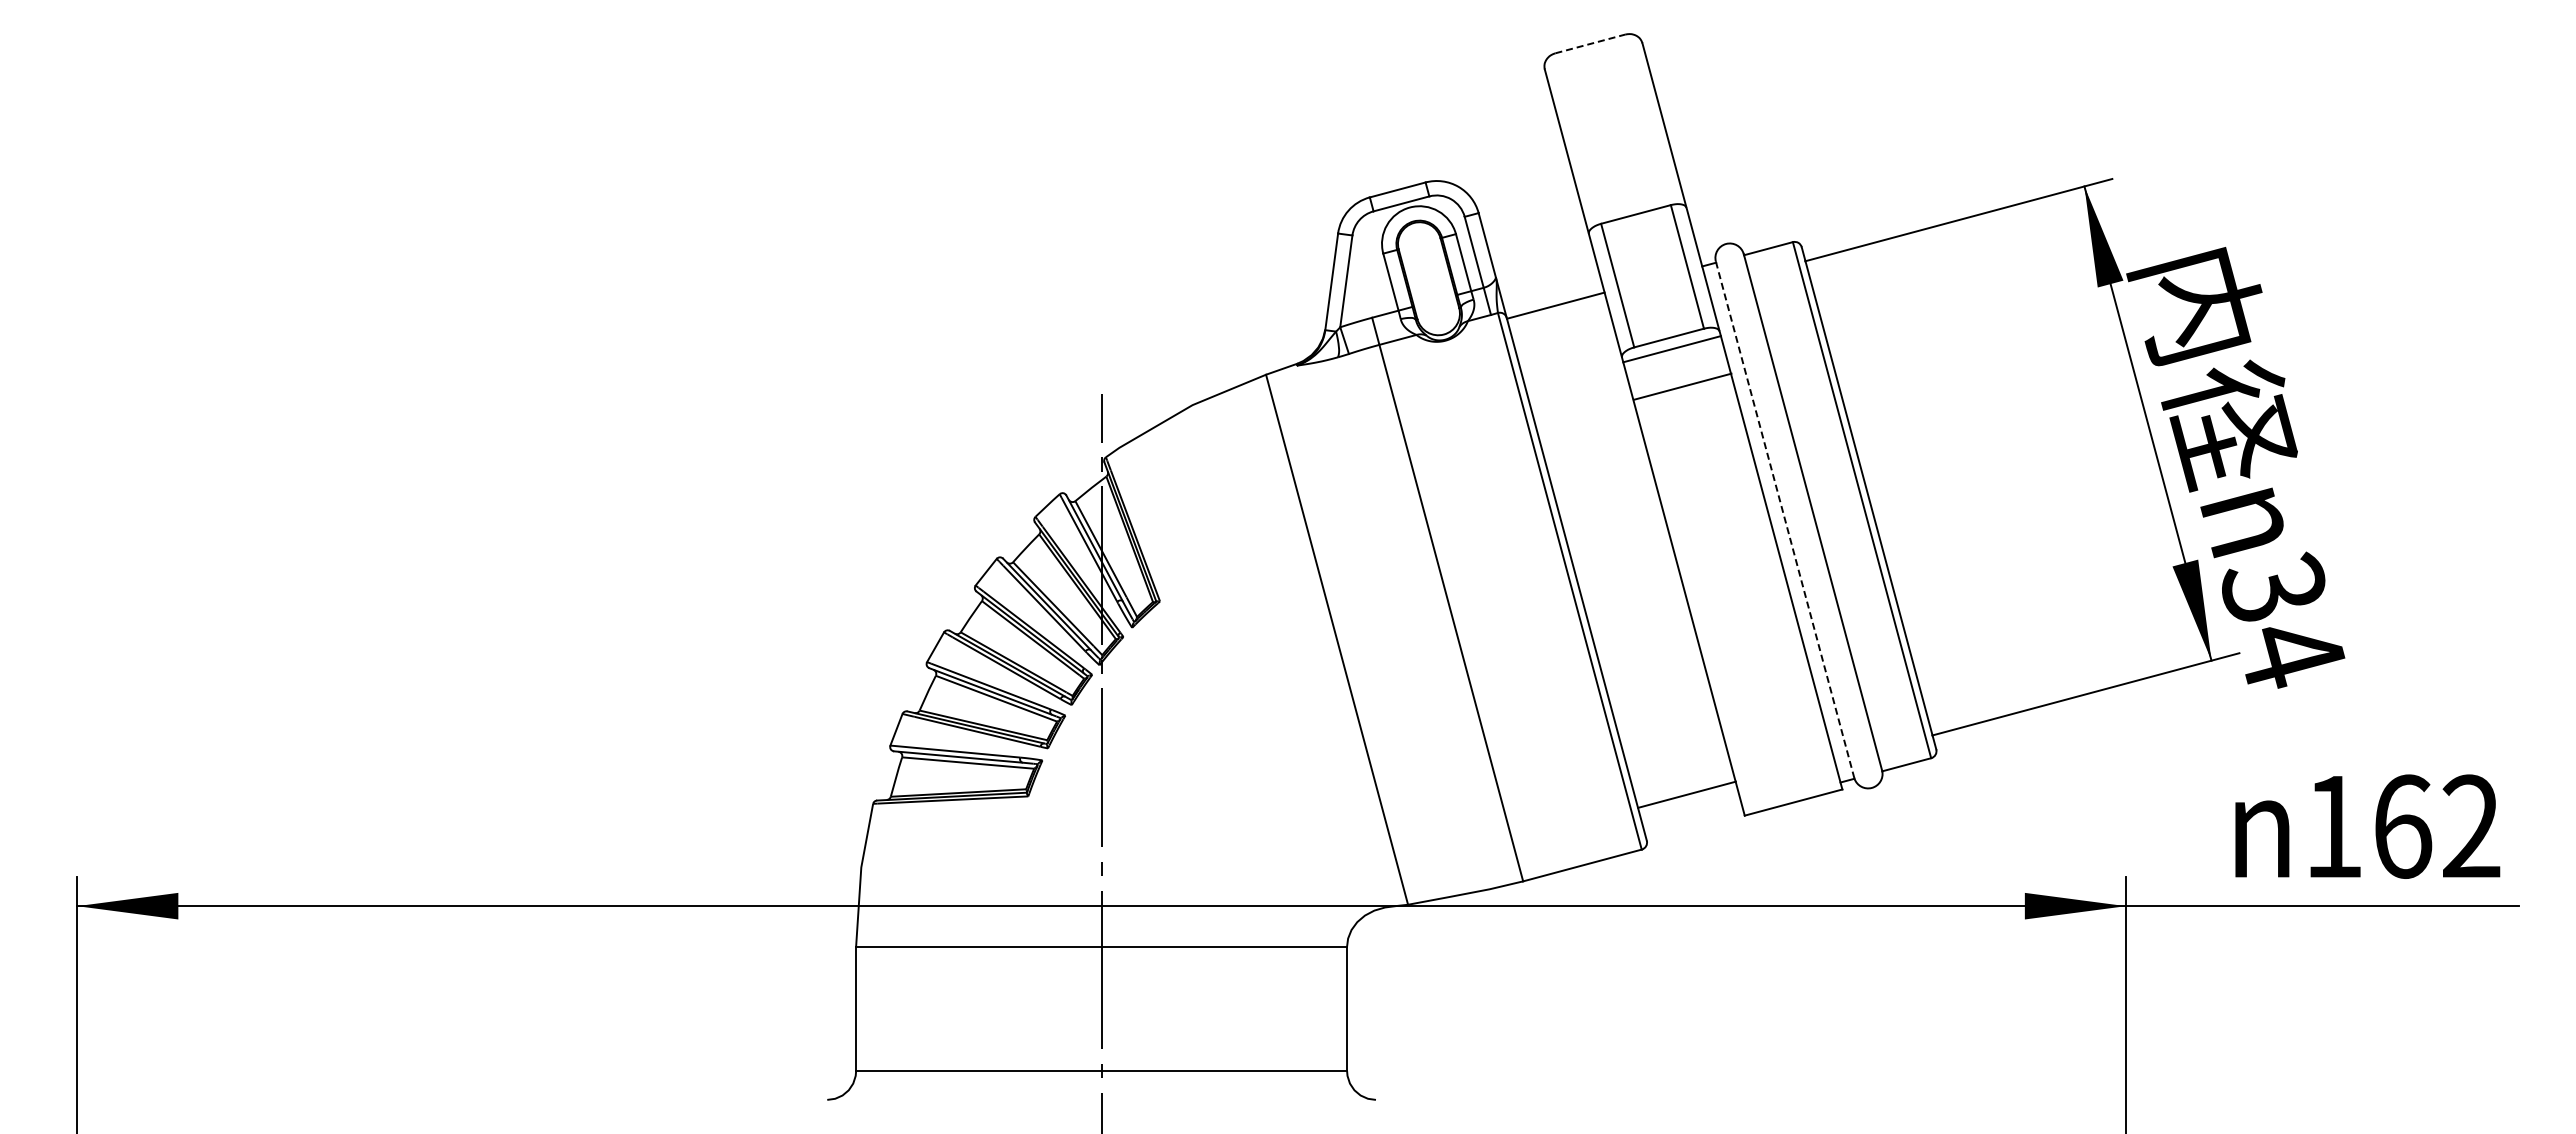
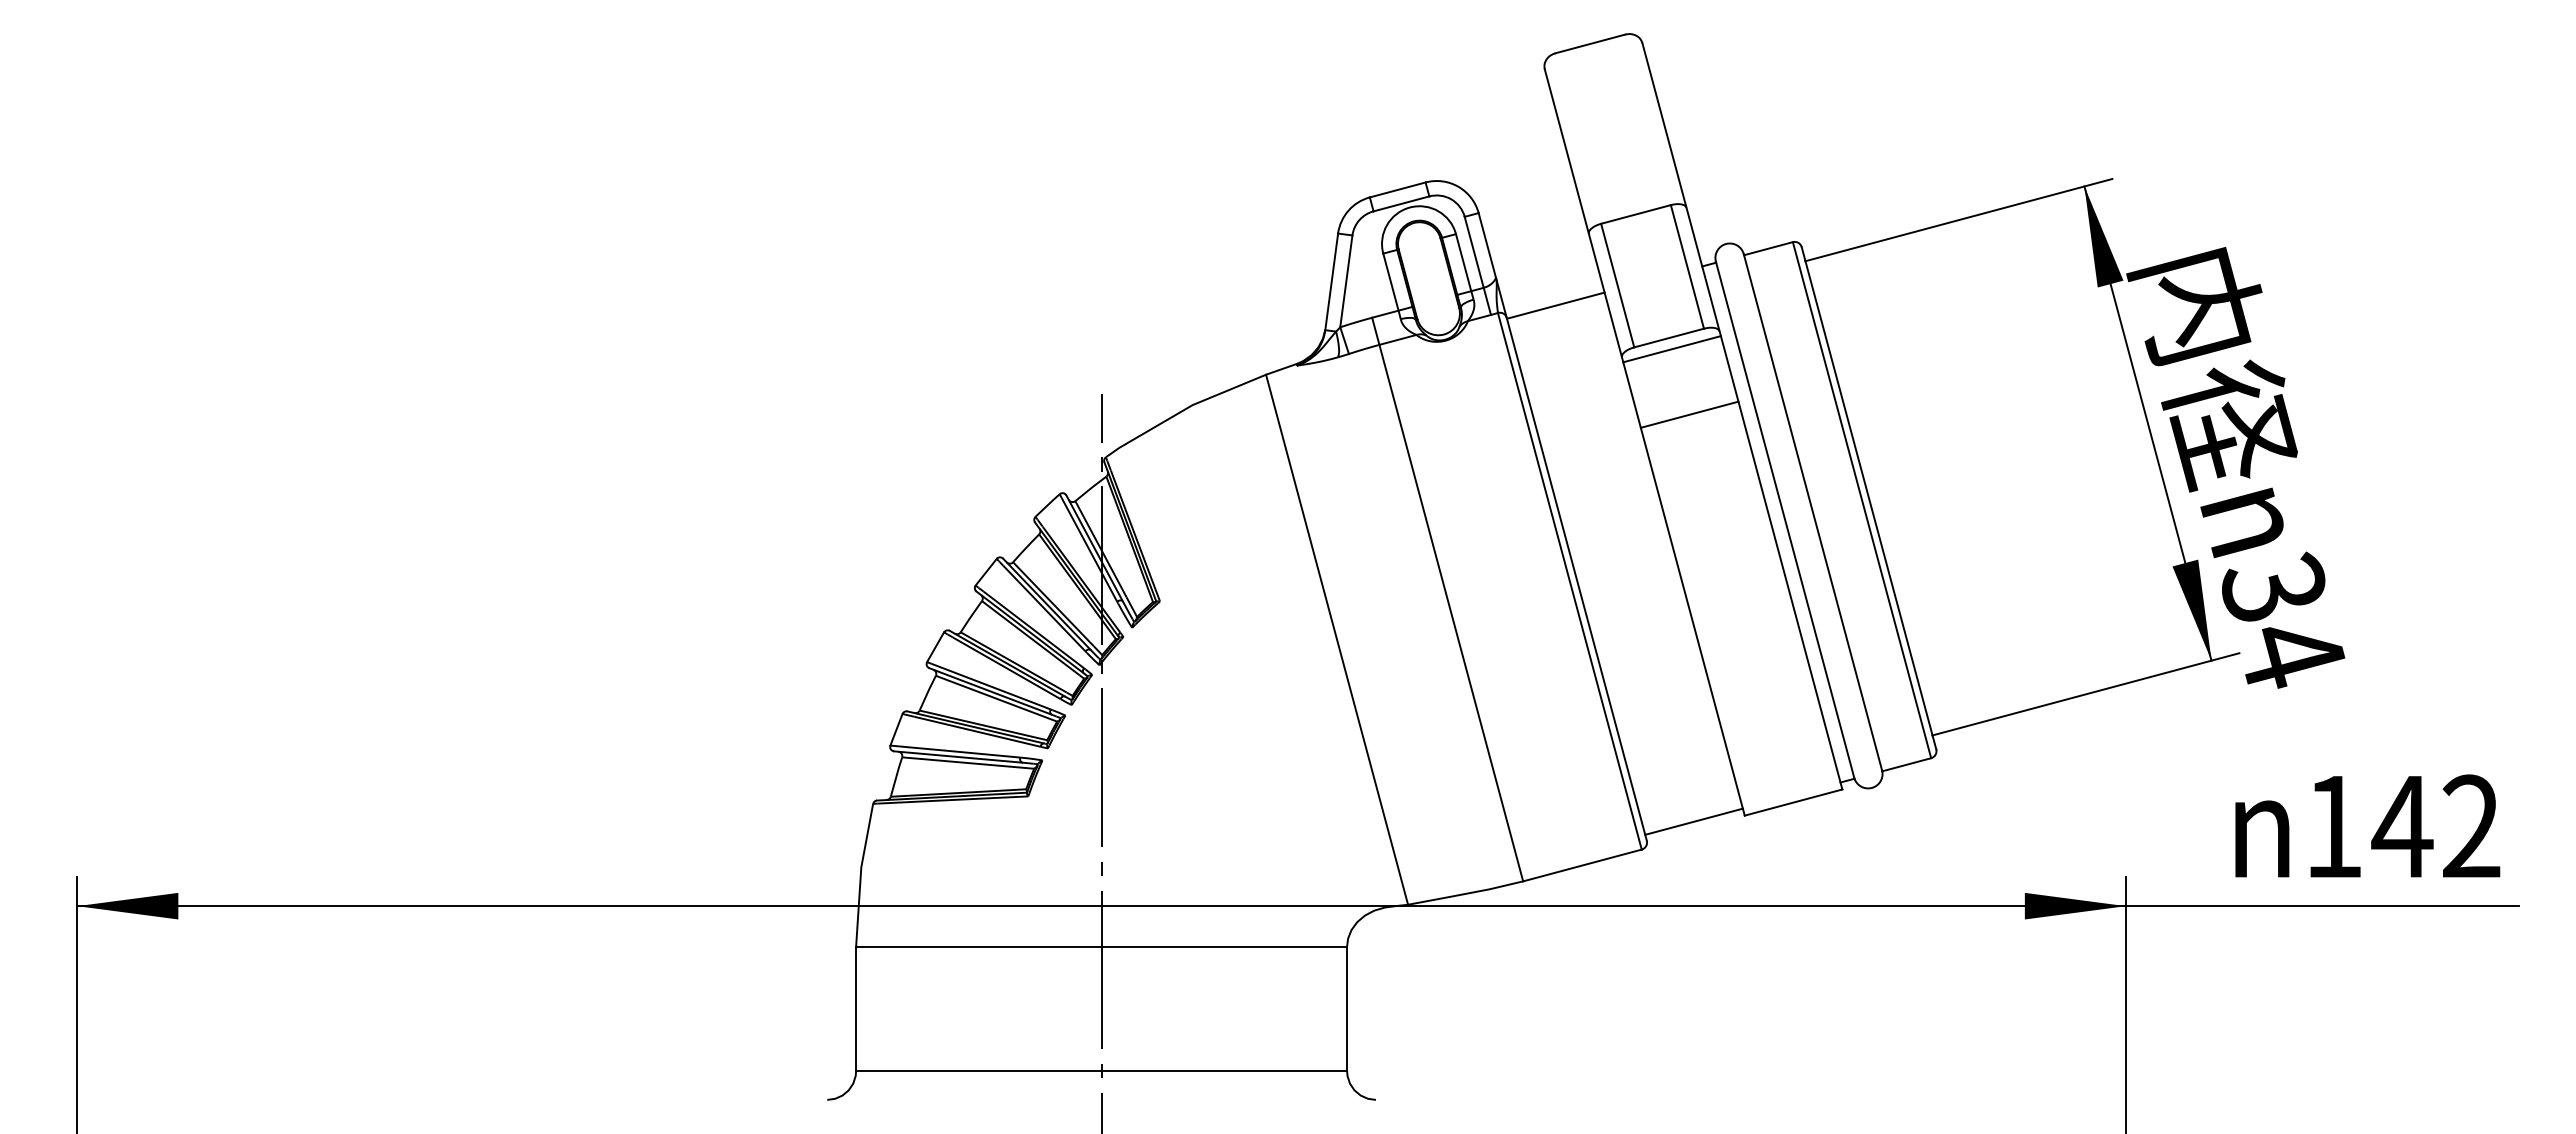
line at (1590, 43): dashed -> solid
line at (1682, 386) position: (1682, 386) -> (1689, 414)
line at (1785, 520): dashed -> solid
line at (1686, 794) position: (1686, 794) -> (1693, 821)
text at (2402, 826): 162 -> 142
